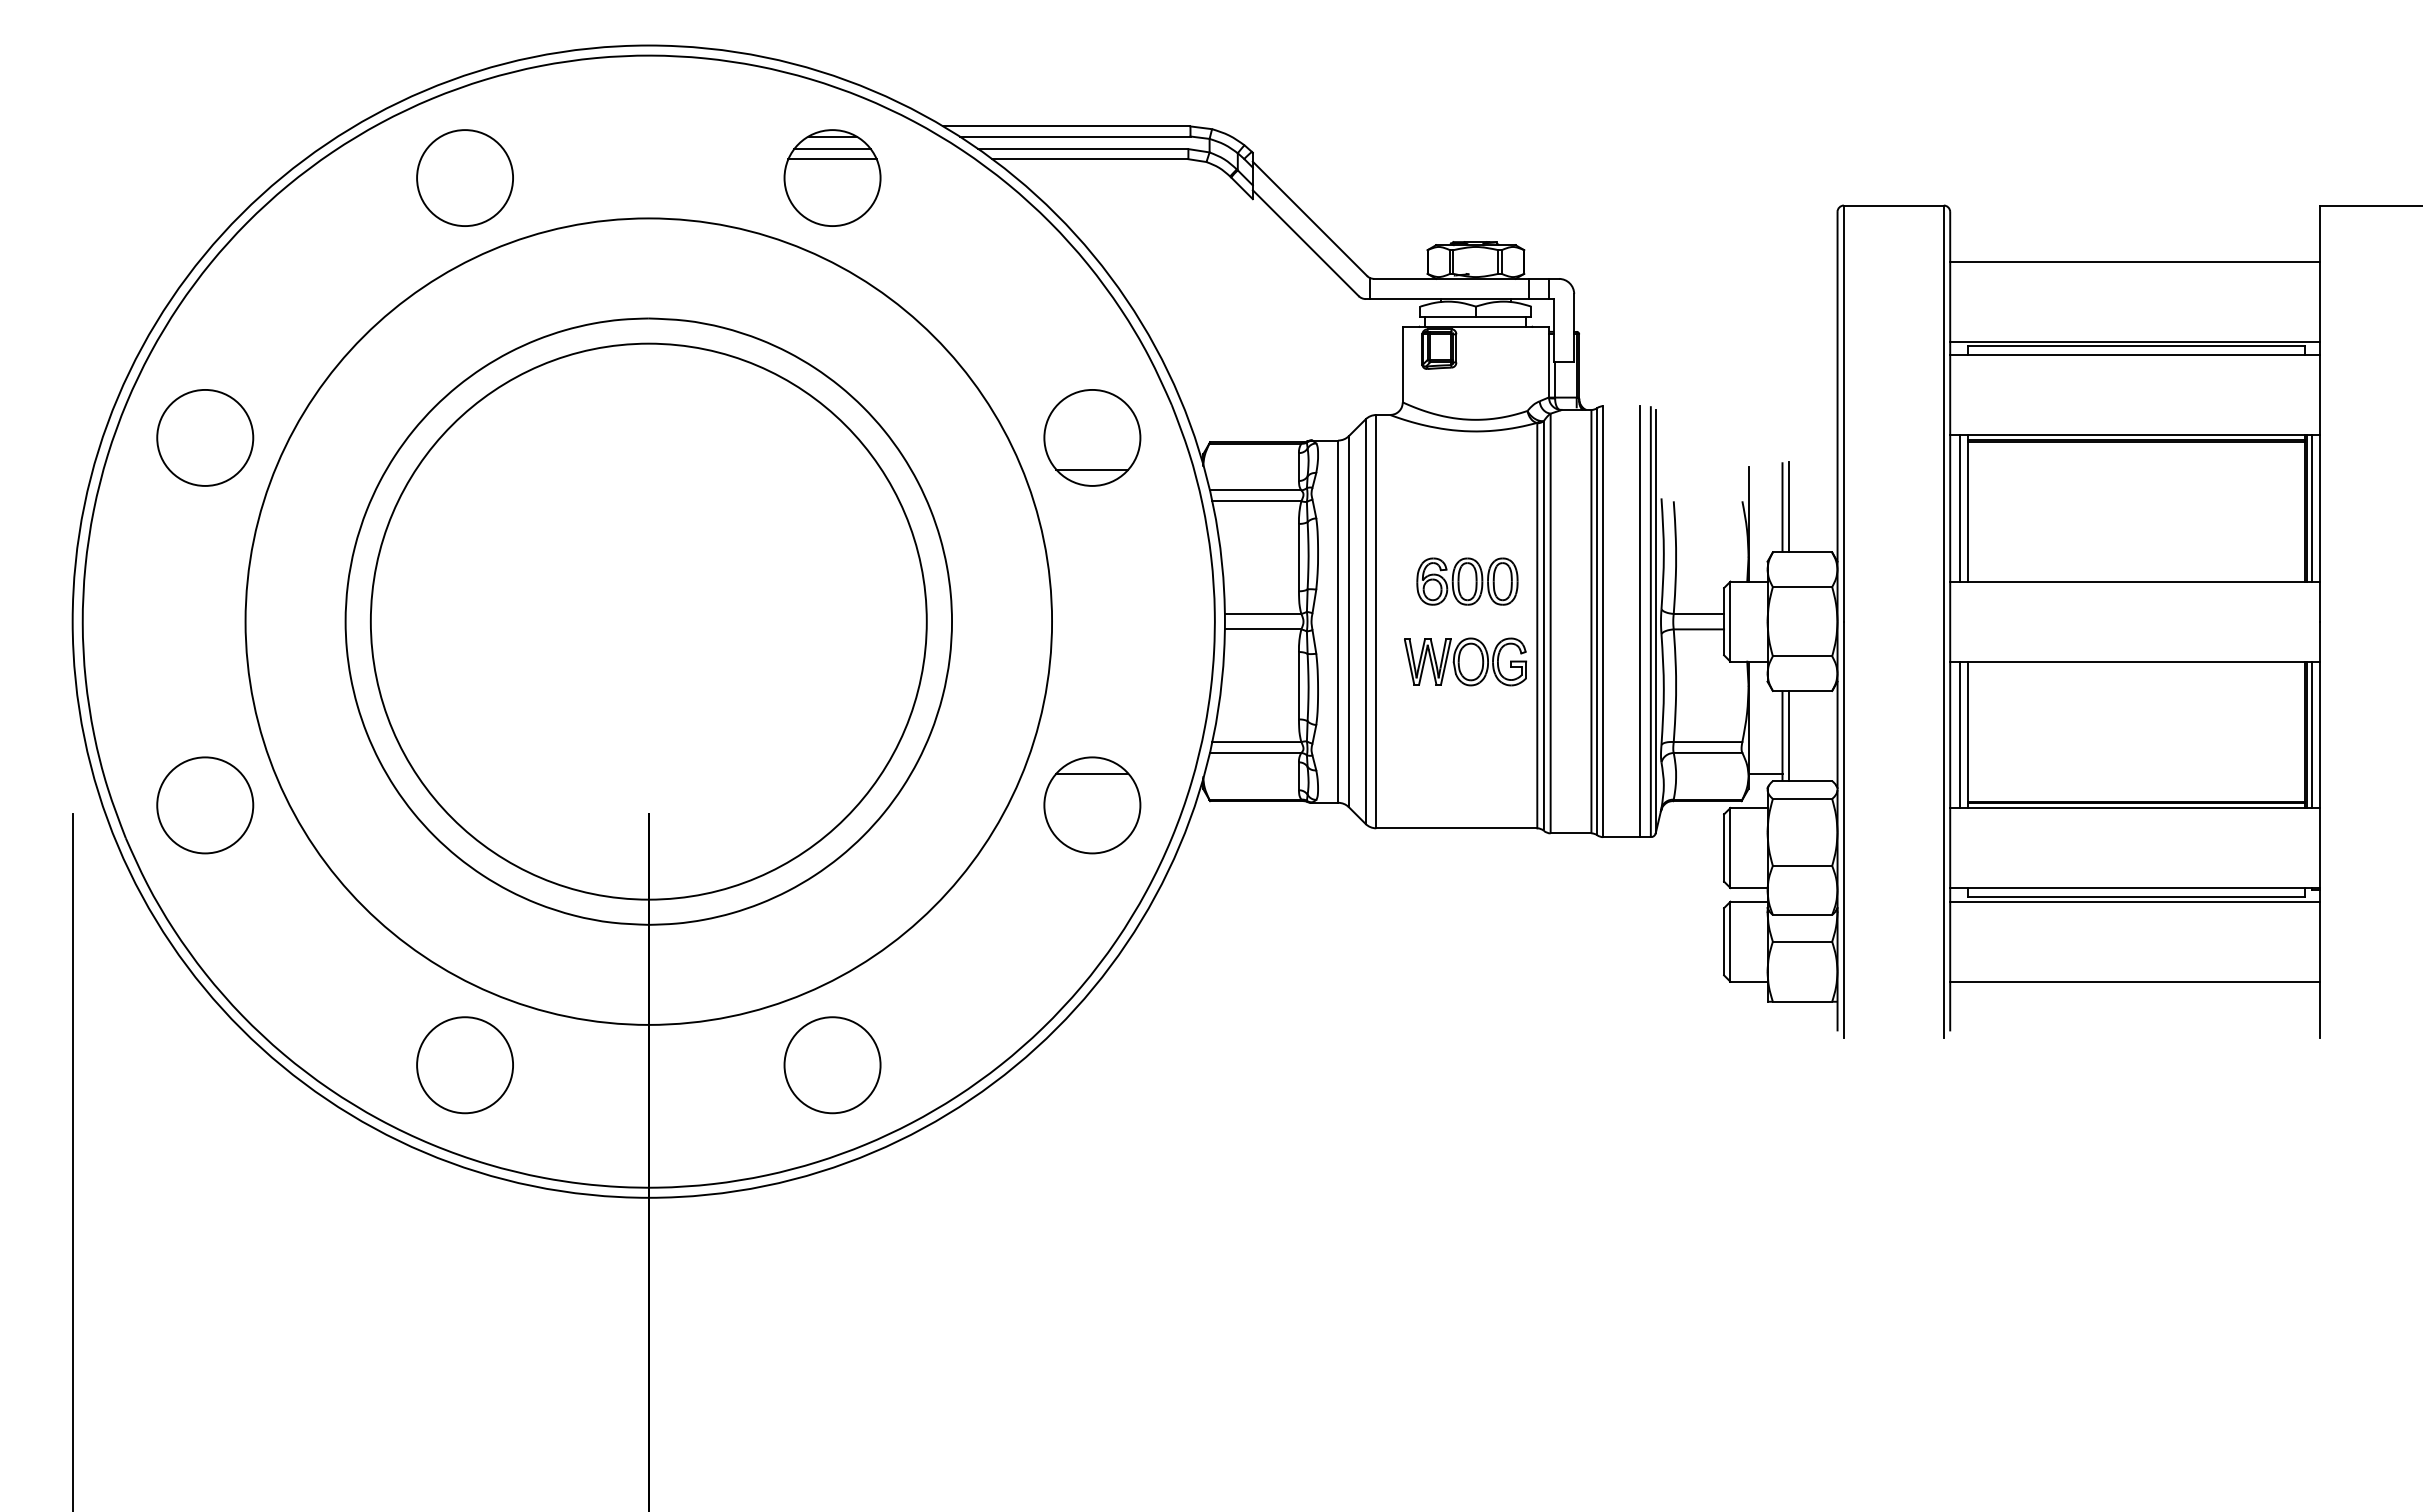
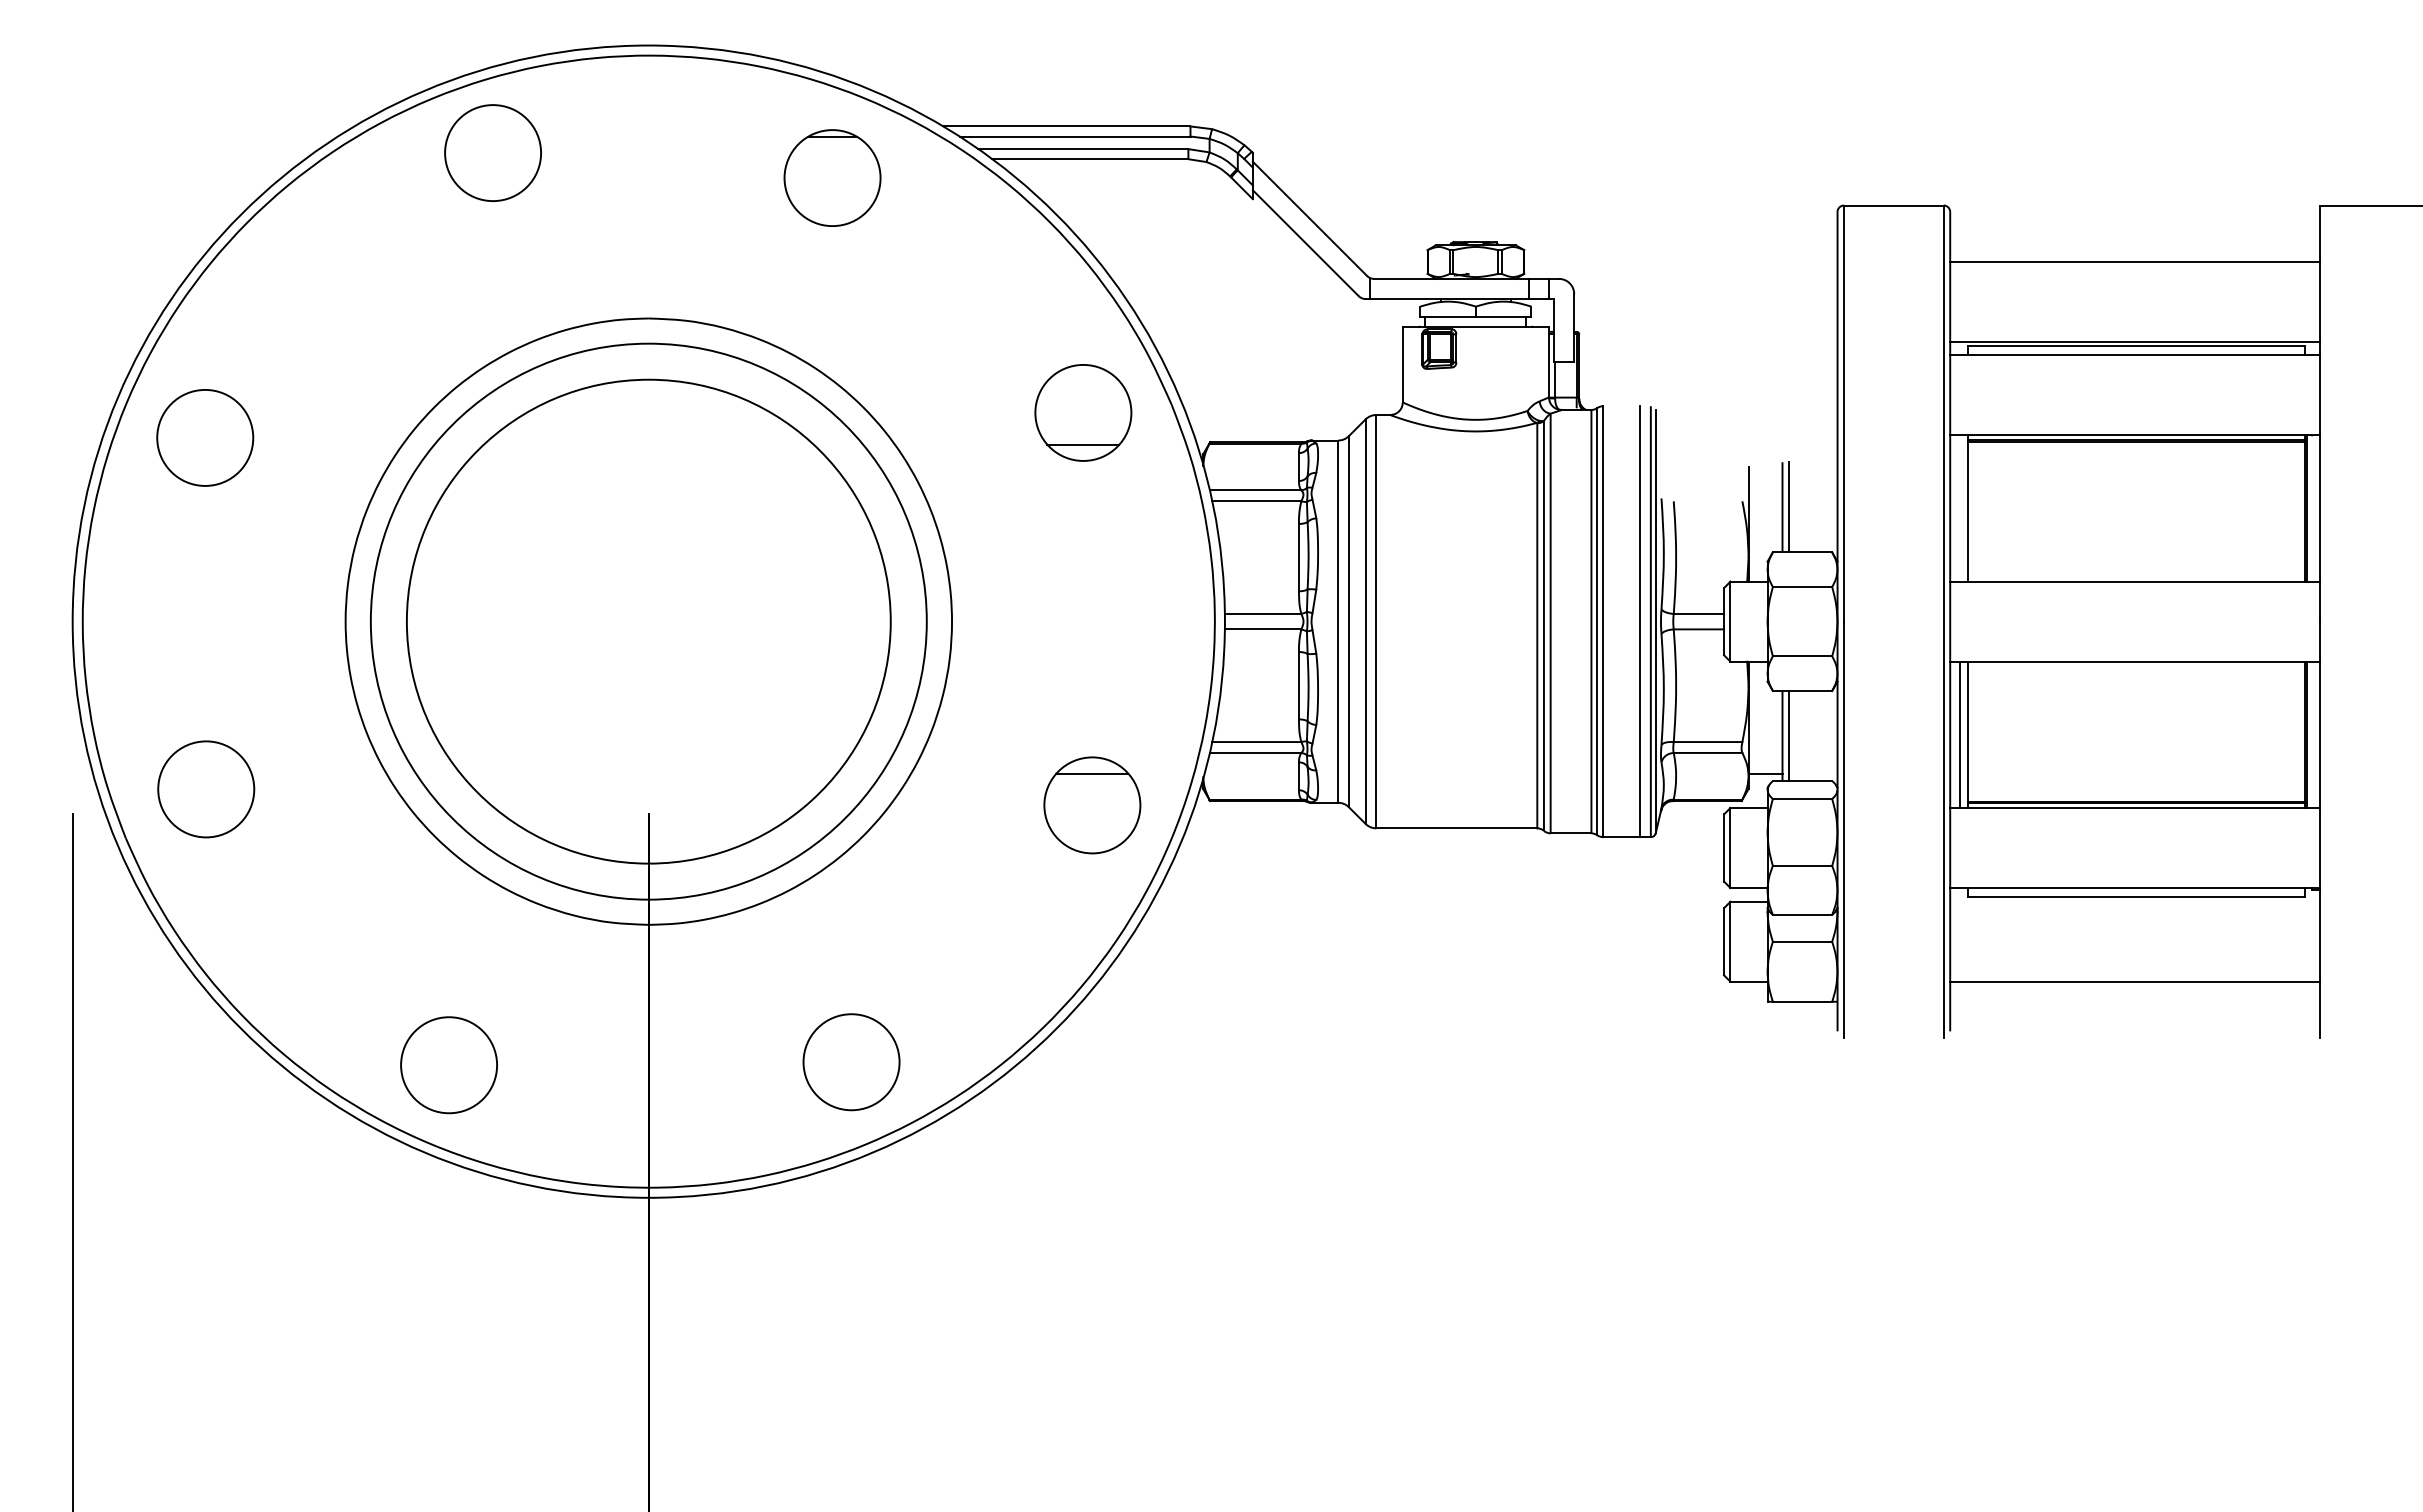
line at (832, 149): present -> none
line at (832, 159): present -> none
circle at (464, 177) position: (464, 177) -> (492, 152)
part at (1092, 437) position: (1092, 437) -> (1083, 412)
line at (1960, 508): present -> none
line at (2312, 508): present -> none
part at (1467, 581): present -> none
circle at (648, 621) diameter: 806 px -> 484 px
part at (1465, 661): present -> none
line at (2312, 734): present -> none
circle at (205, 805) position: (205, 805) -> (206, 789)
line at (2135, 901): present -> none
circle at (464, 1065) position: (464, 1065) -> (448, 1065)
circle at (832, 1065) position: (832, 1065) -> (851, 1062)
